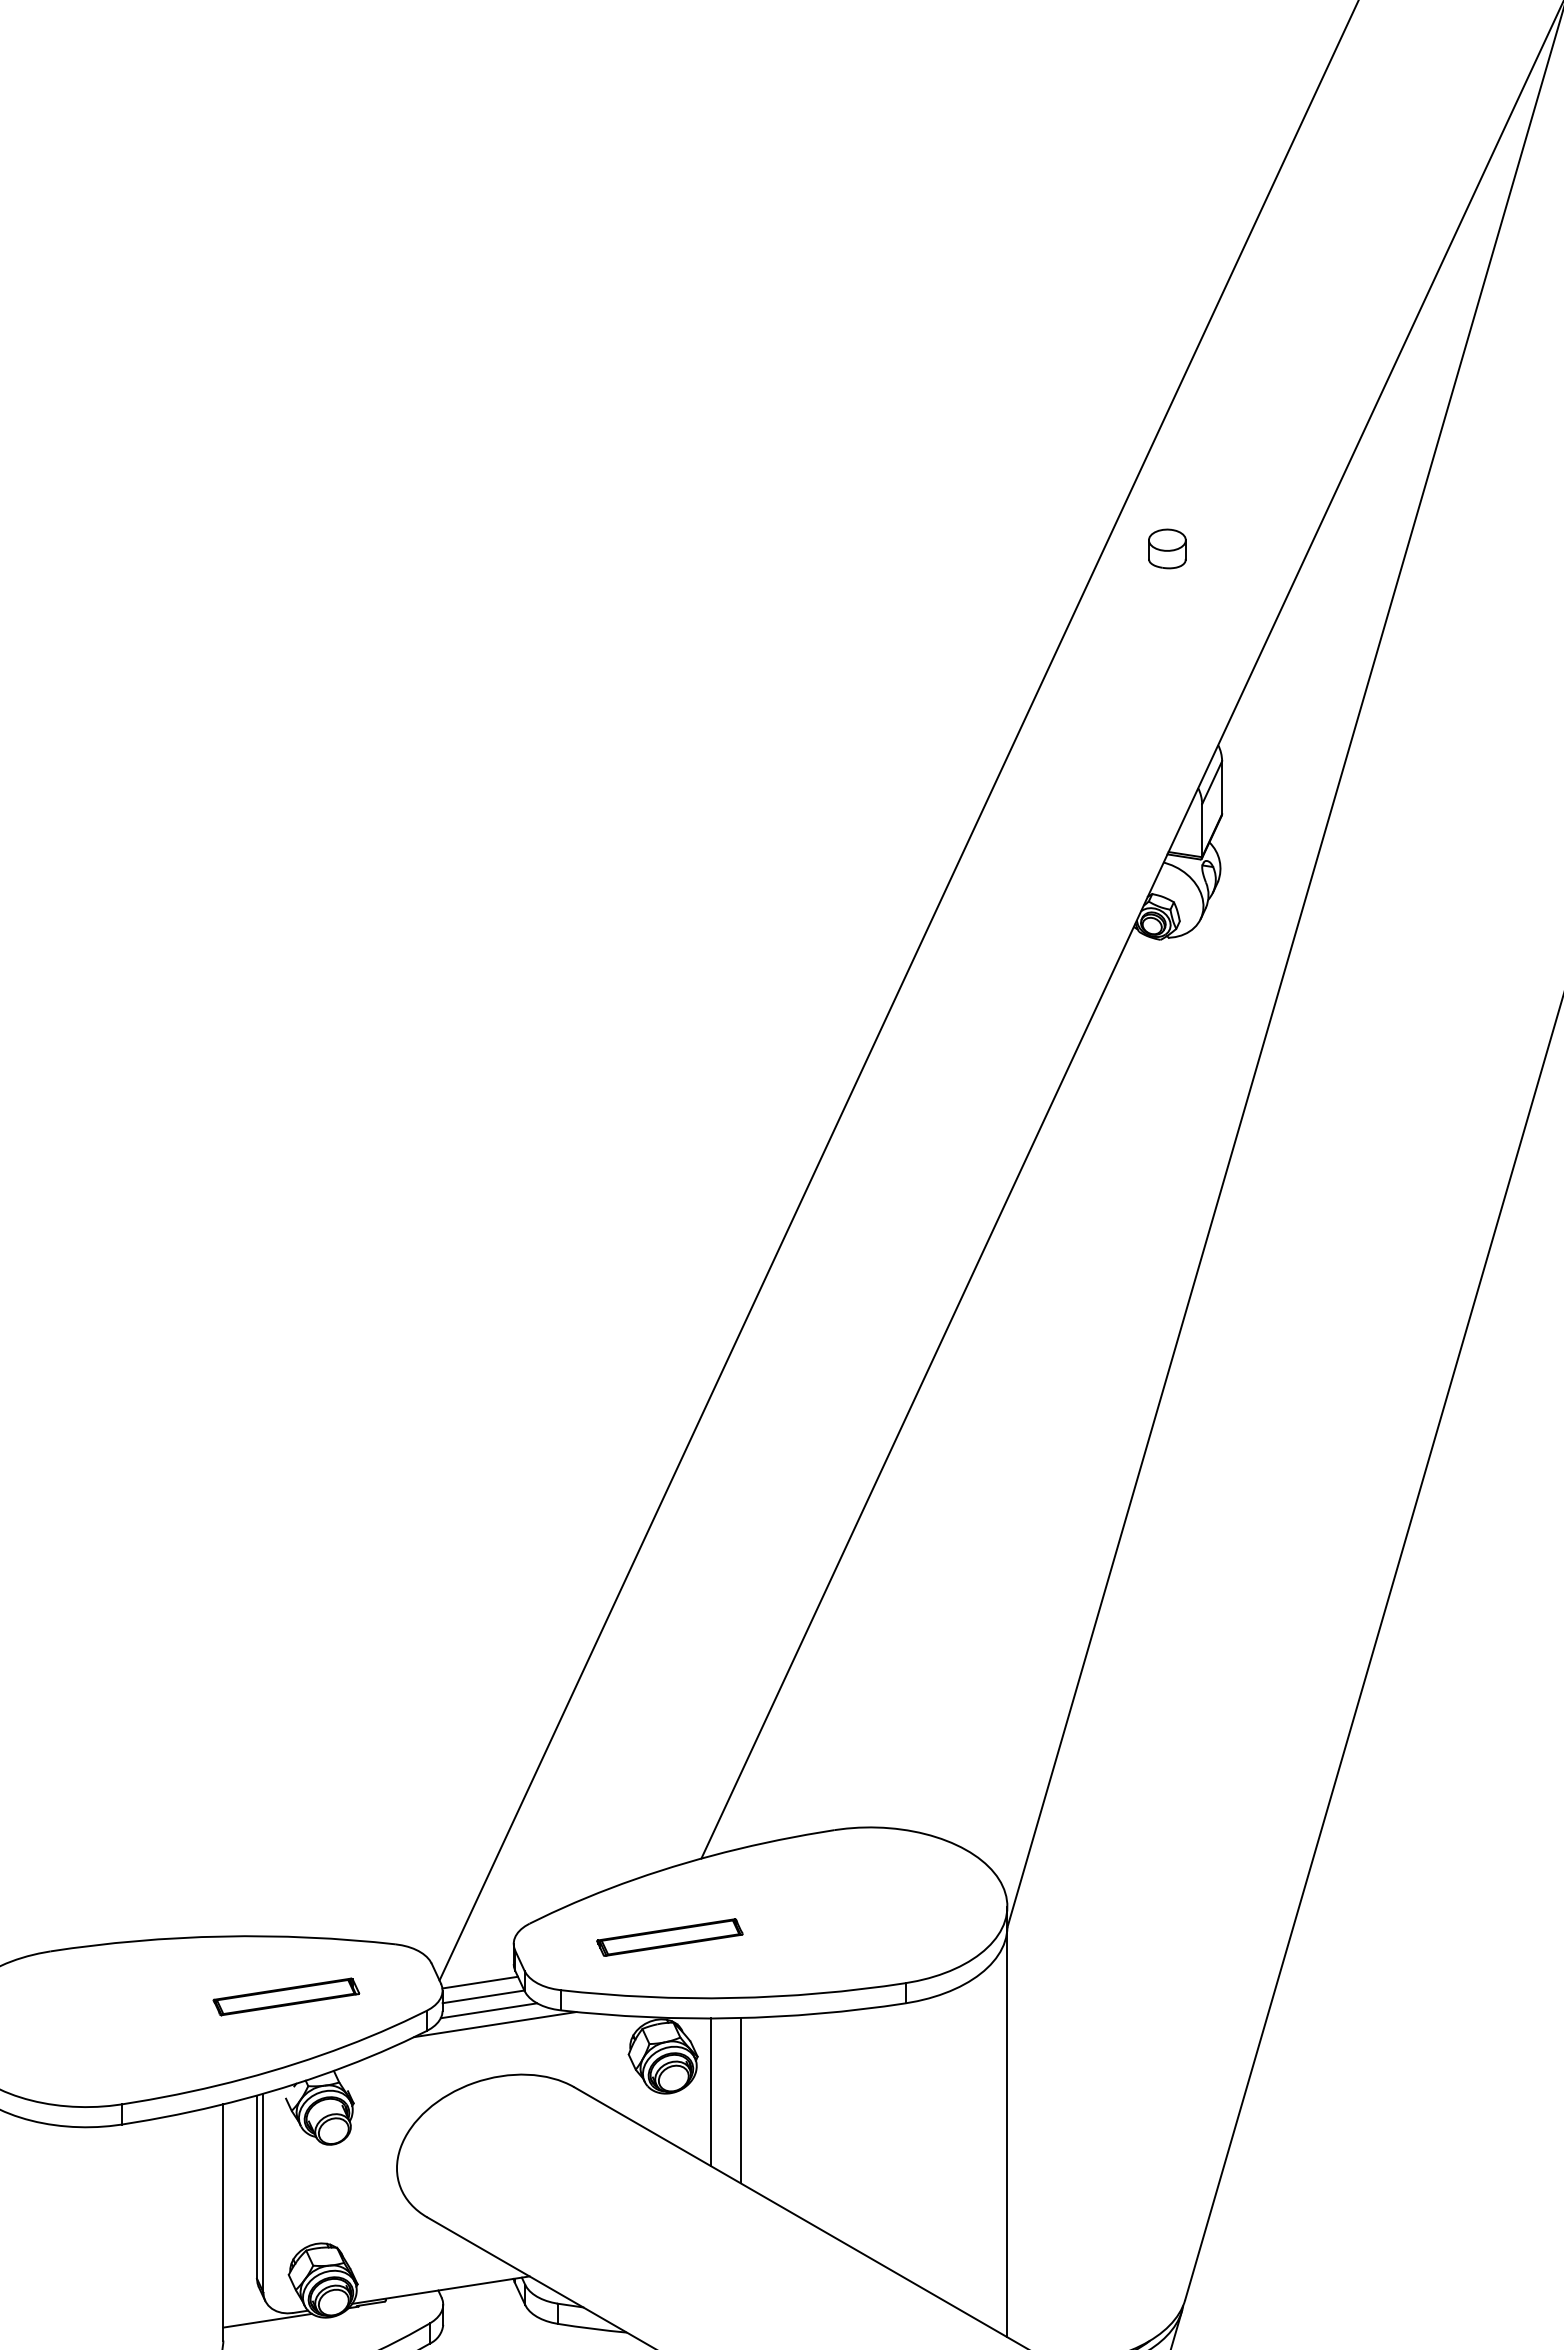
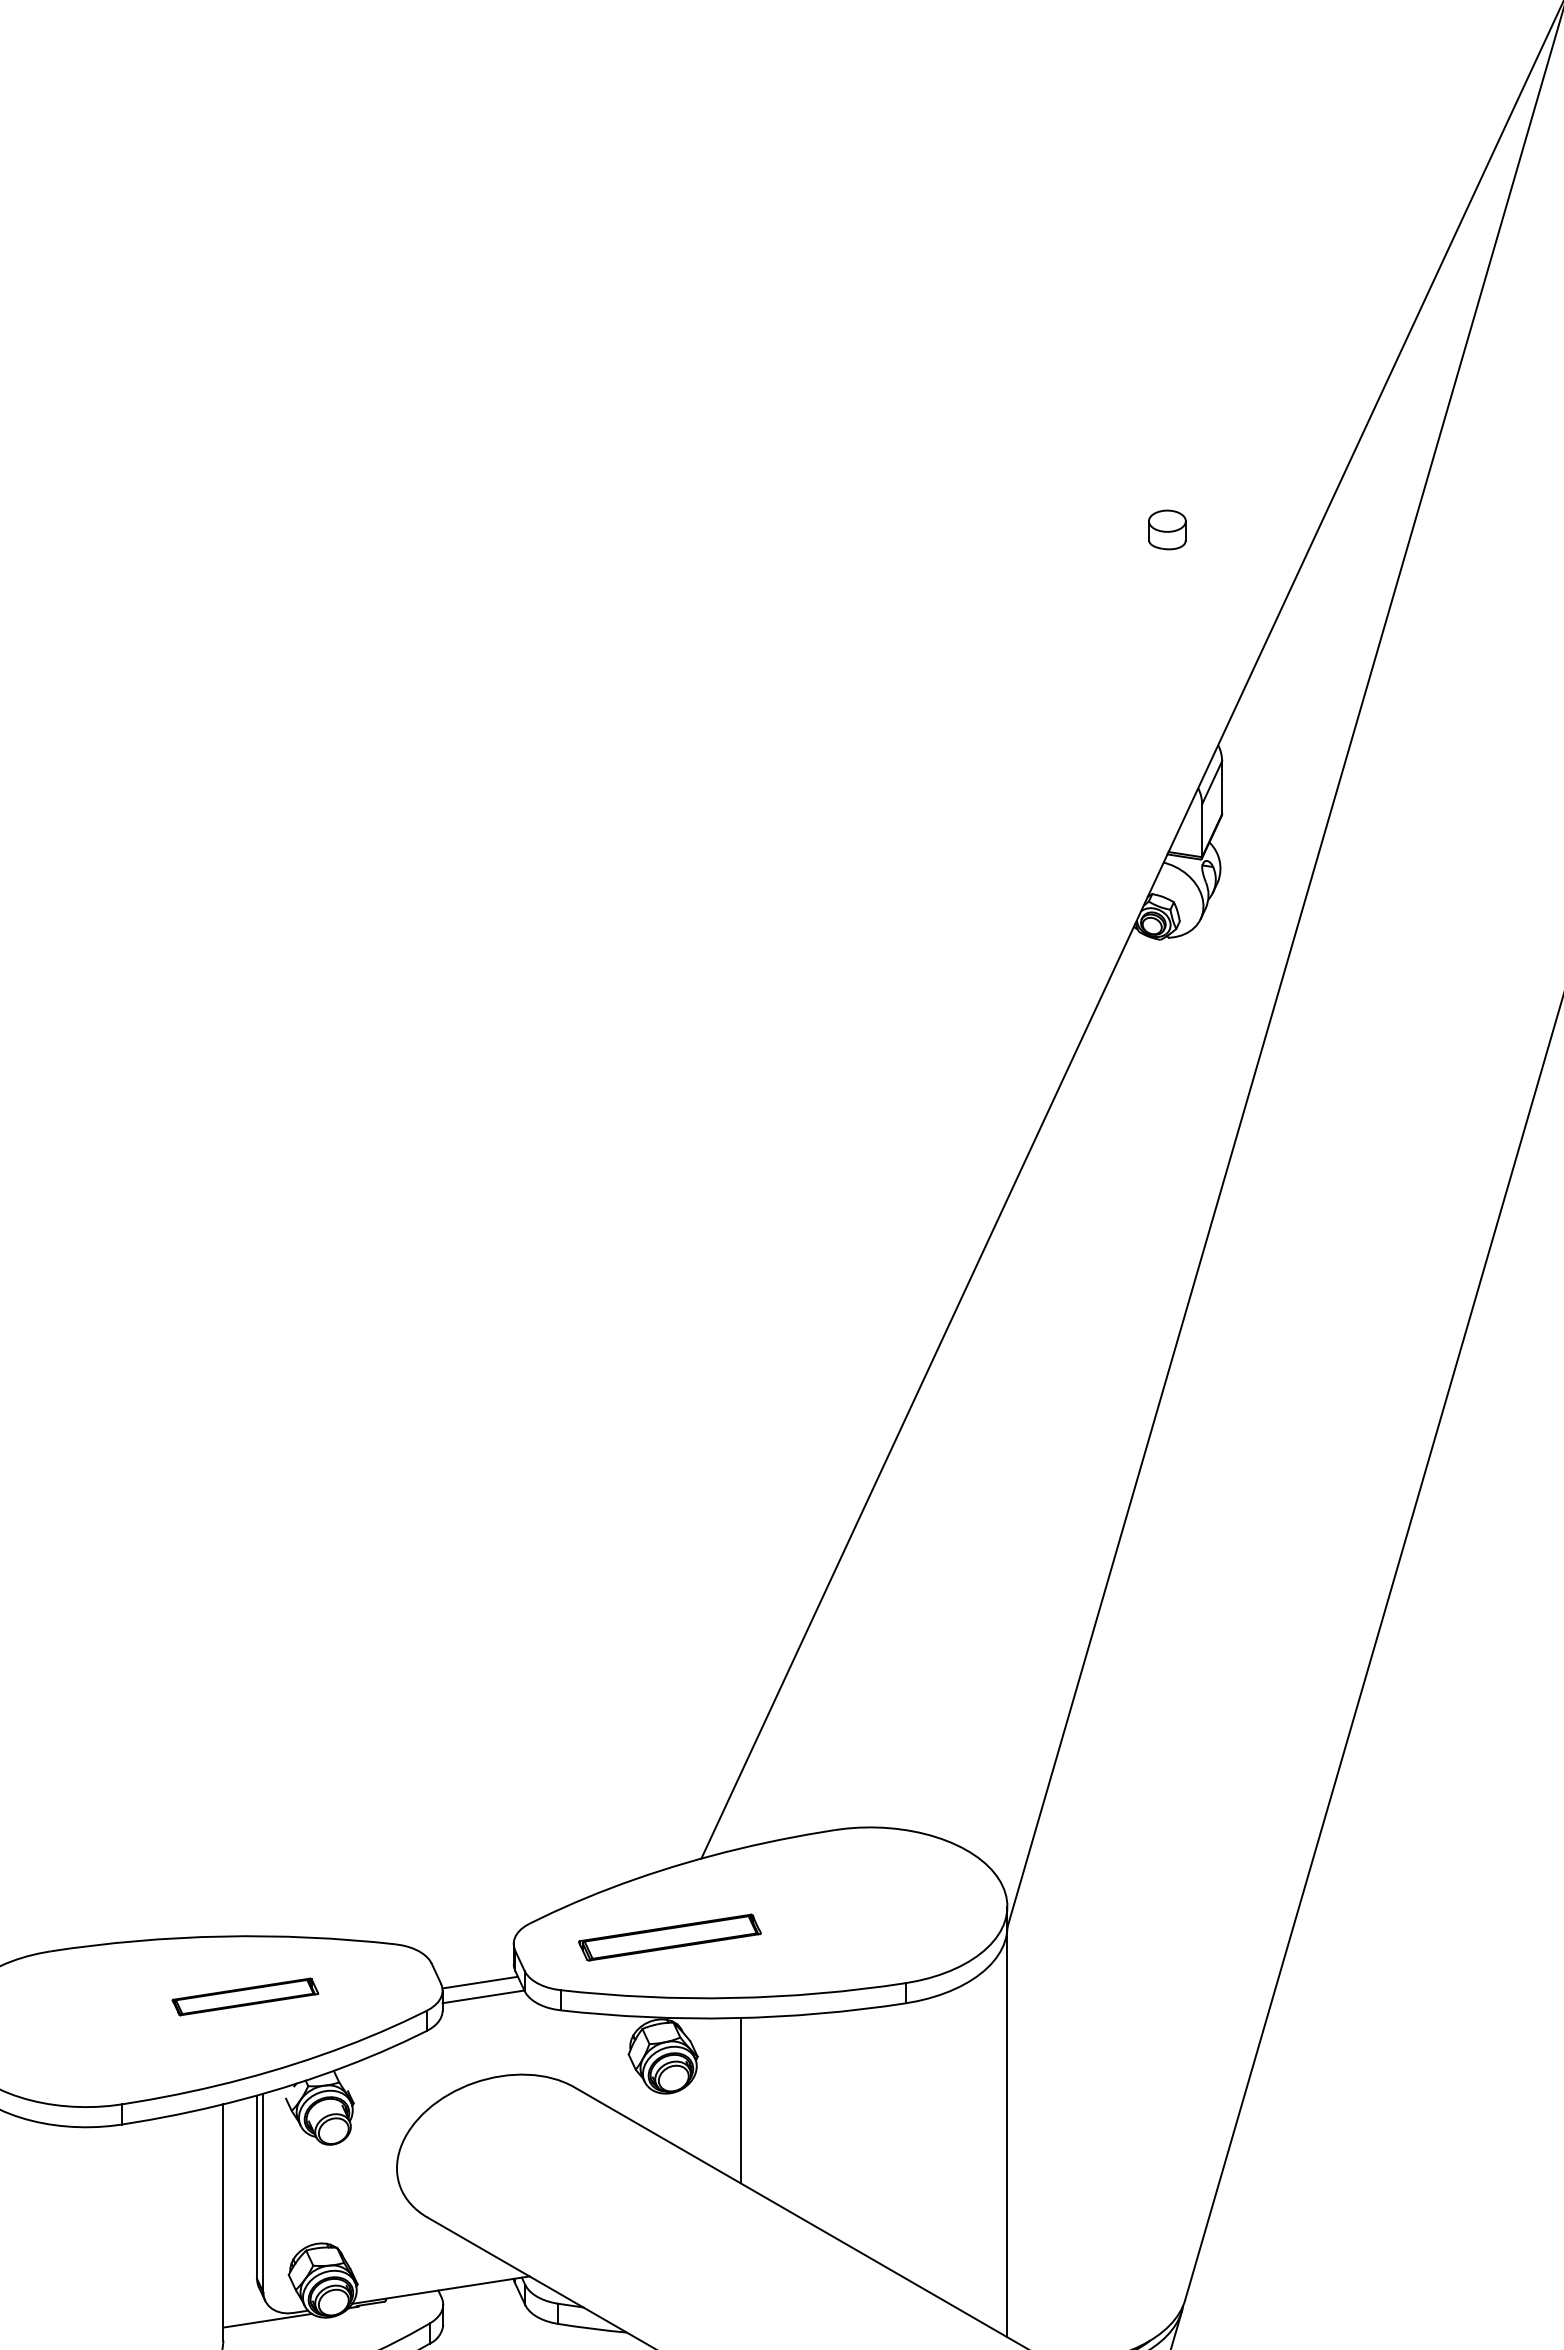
part at (1167, 548) position: (1167, 548) -> (1167, 529)
line at (898, 991): present -> none
part at (669, 1937) size: 148x39 px -> 184x49 px
part at (286, 1996) position: (286, 1996) -> (245, 1996)
line at (488, 2010): present -> none
line at (495, 2024): present -> none
line at (710, 2091): present -> none
